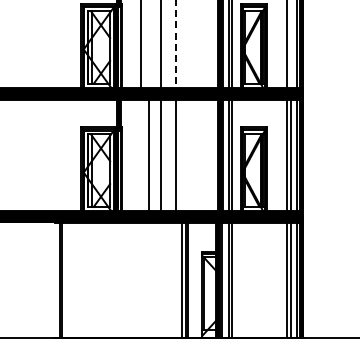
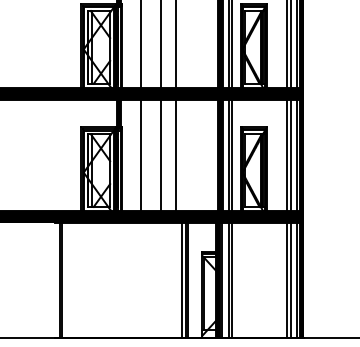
line at (175, 43): dashed -> solid
line at (291, 44): none -> present
line at (149, 155) position: (149, 155) -> (141, 155)
